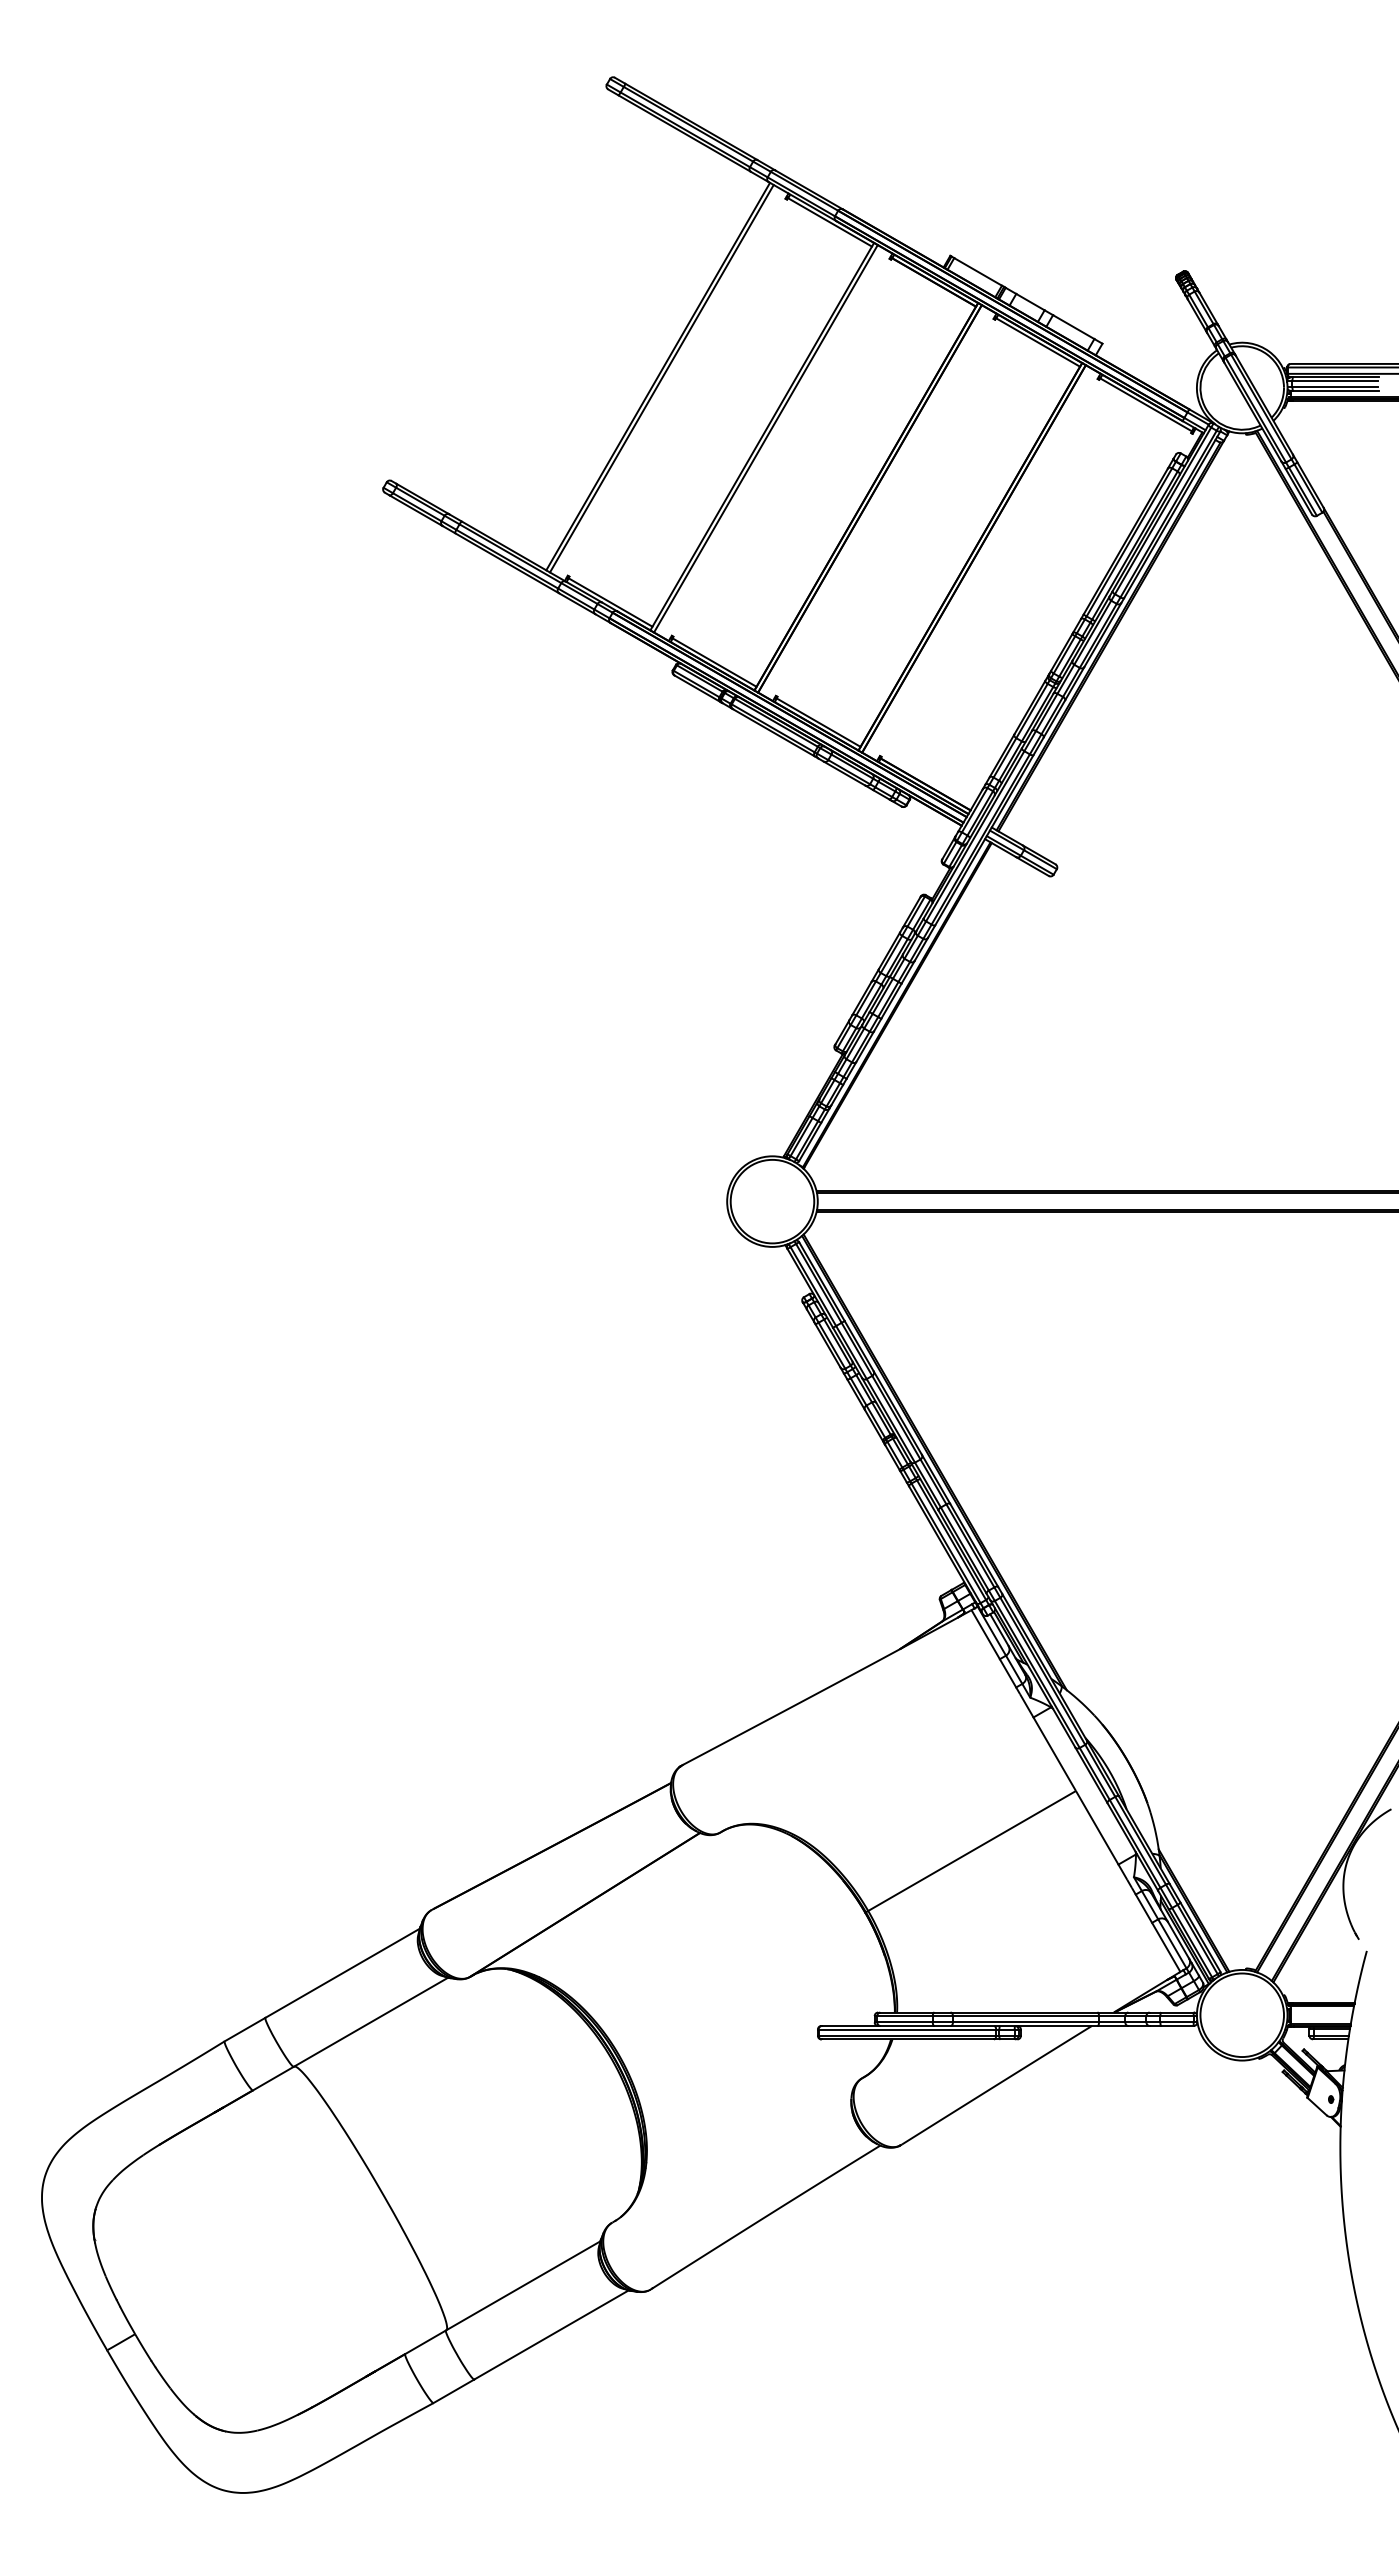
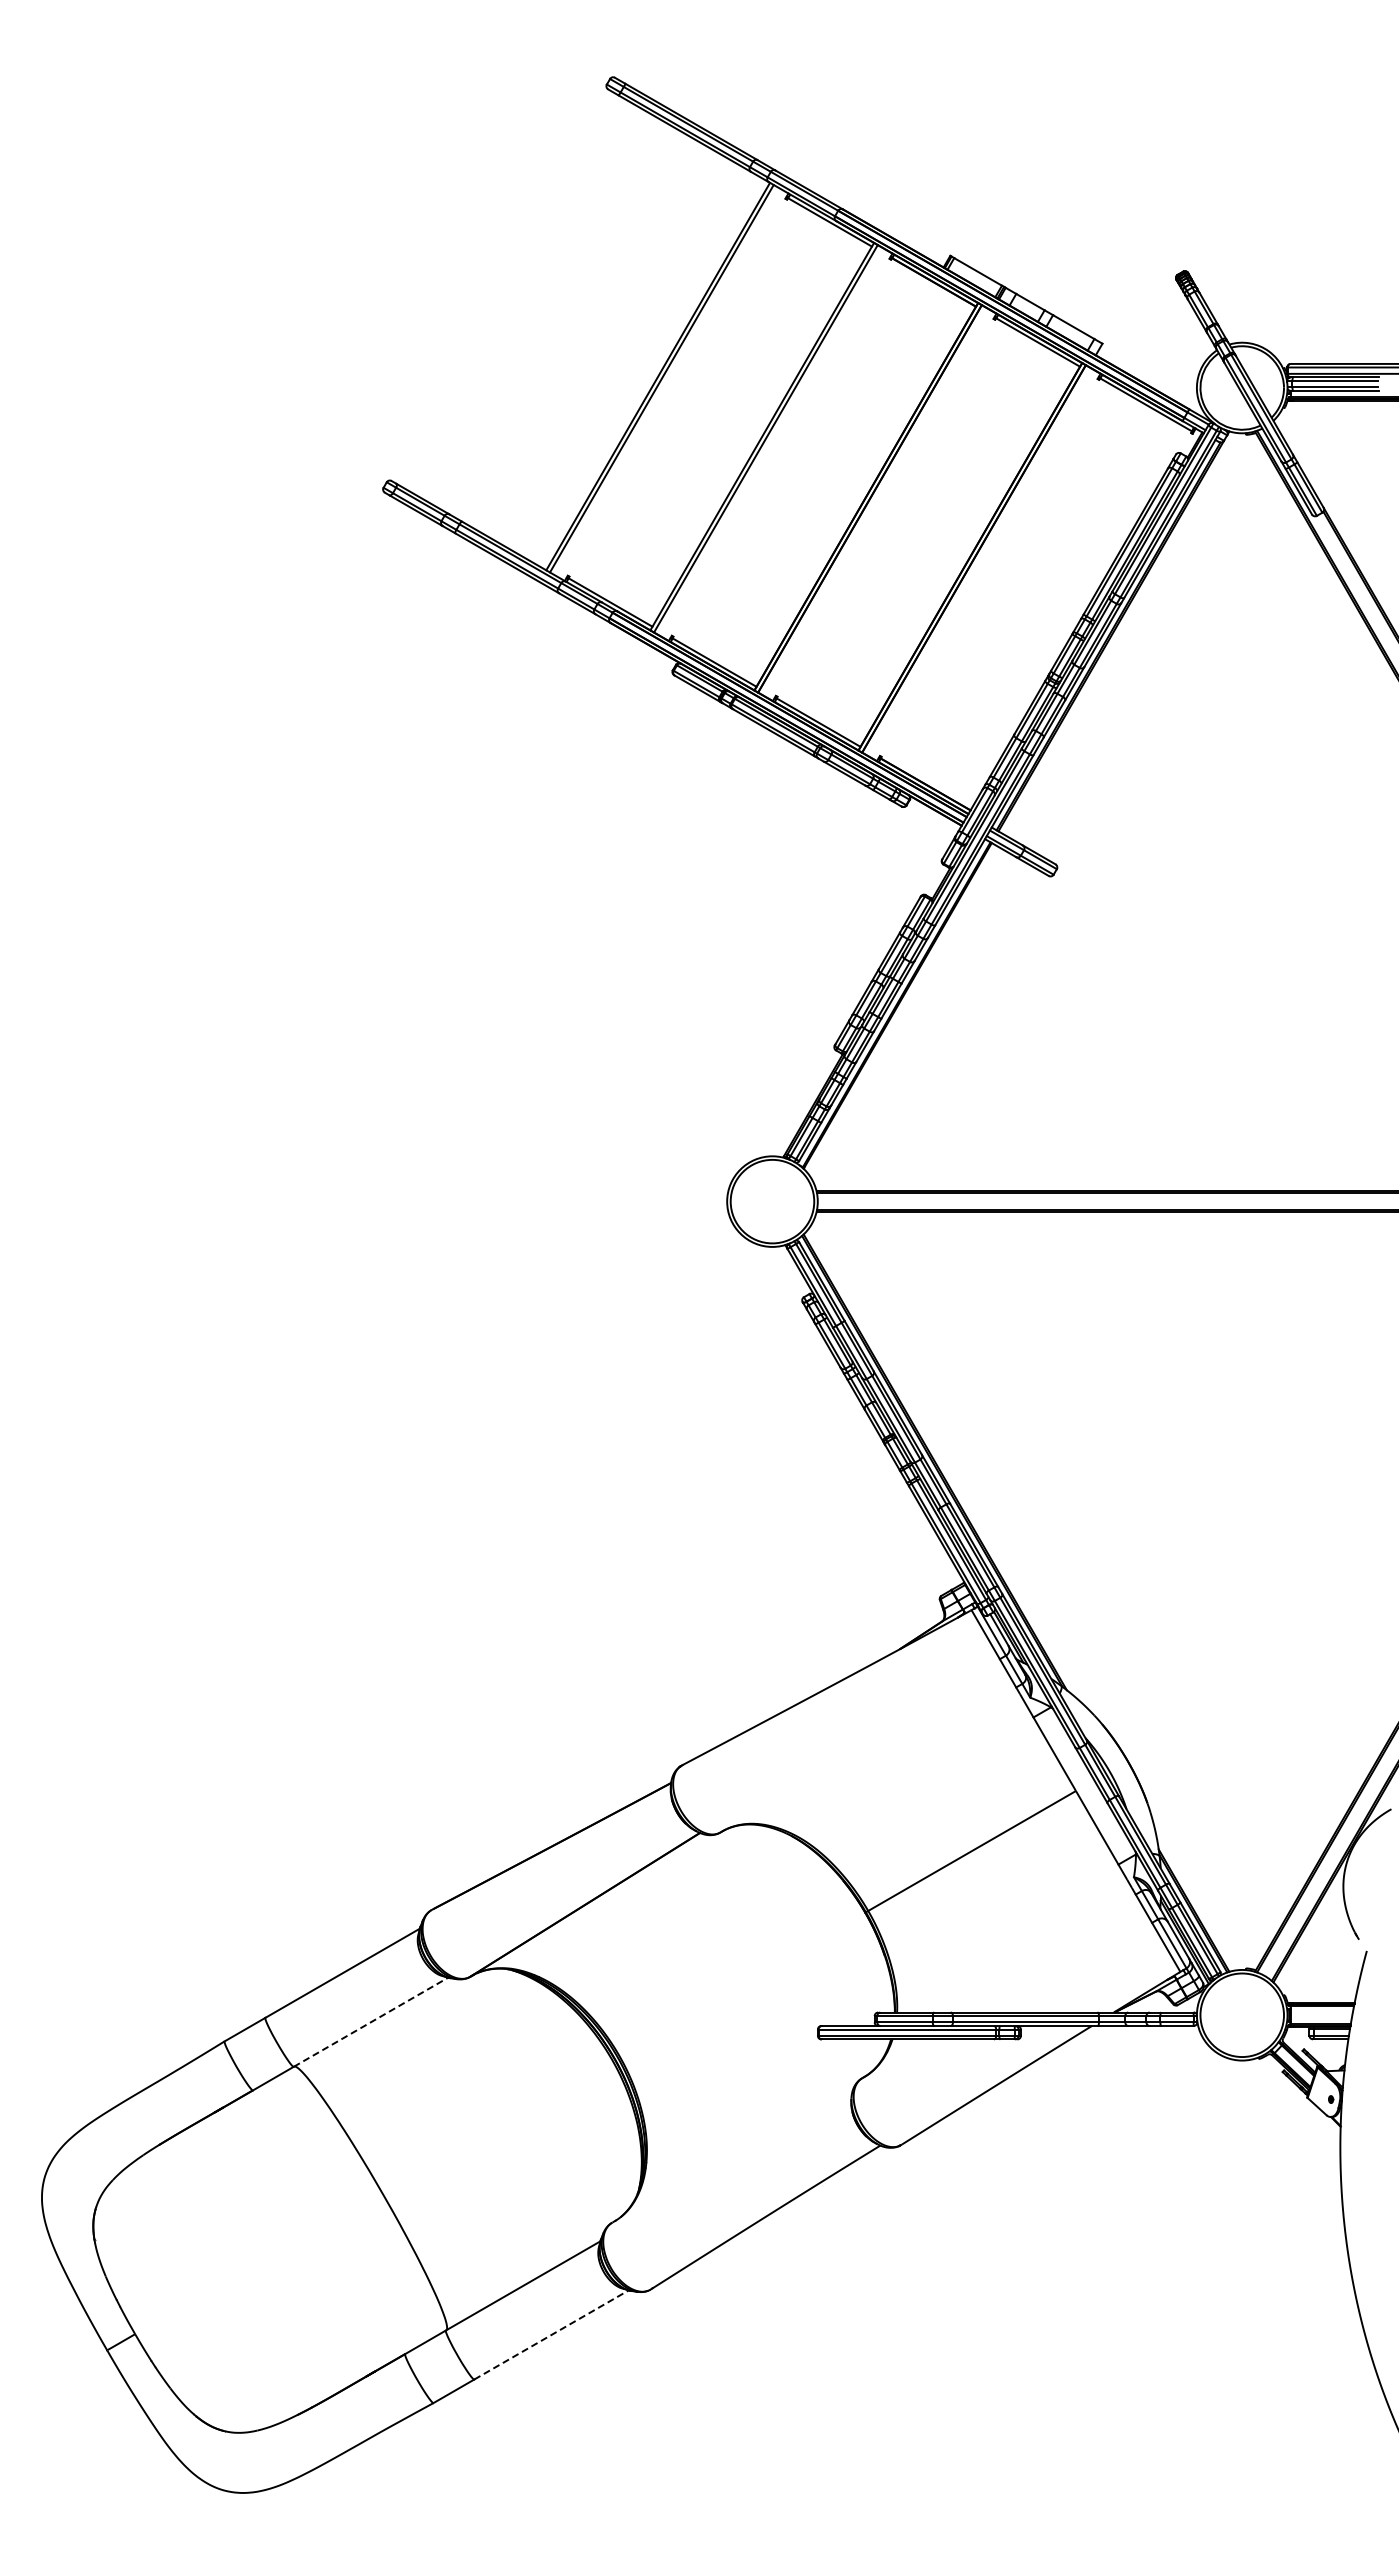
line at (371, 2021): solid -> dashed
line at (552, 2334): solid -> dashed
